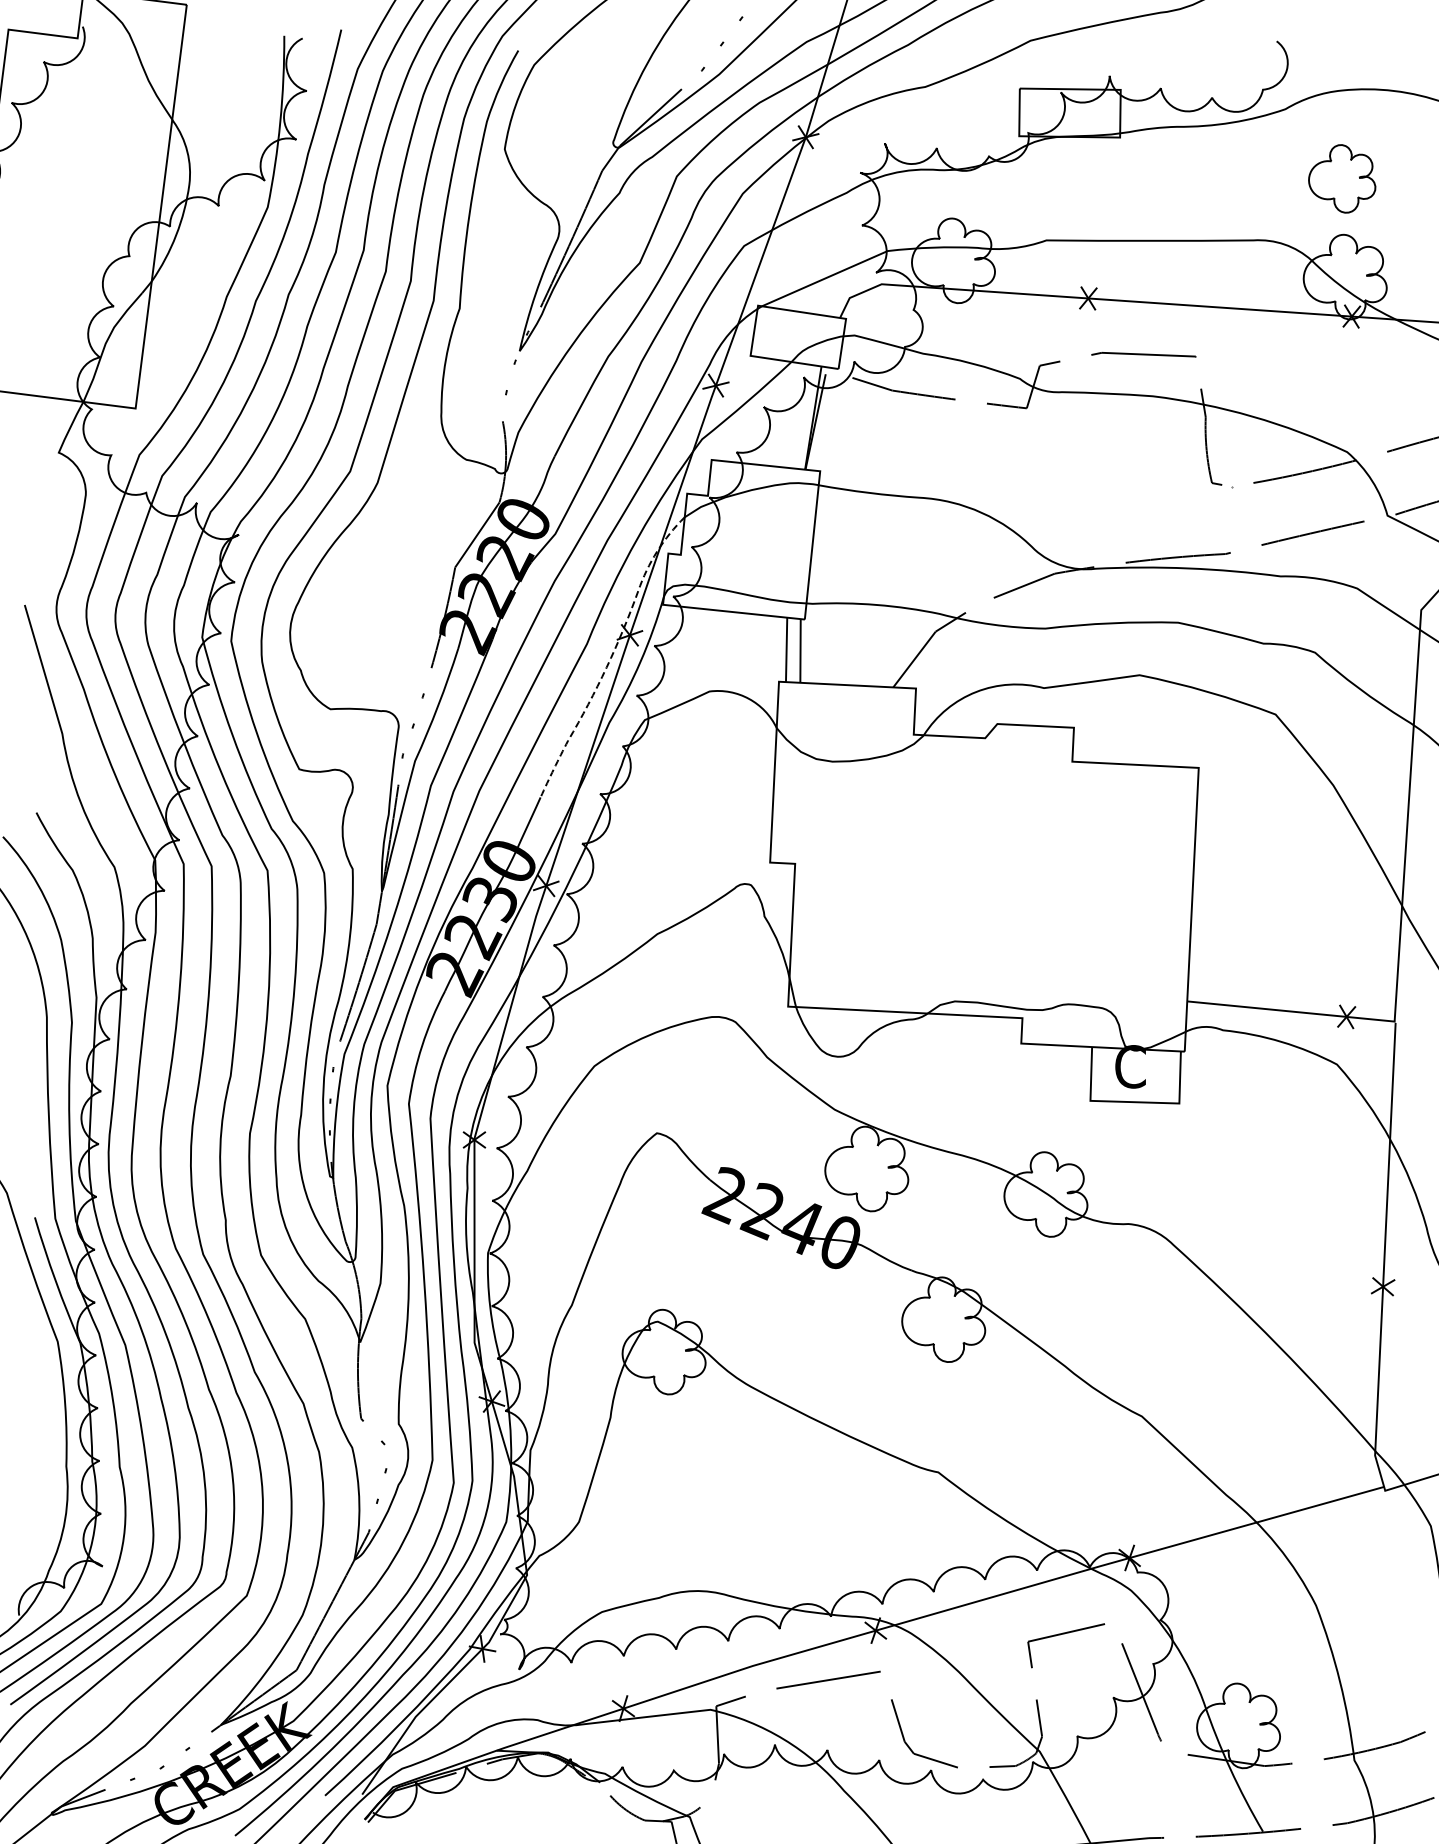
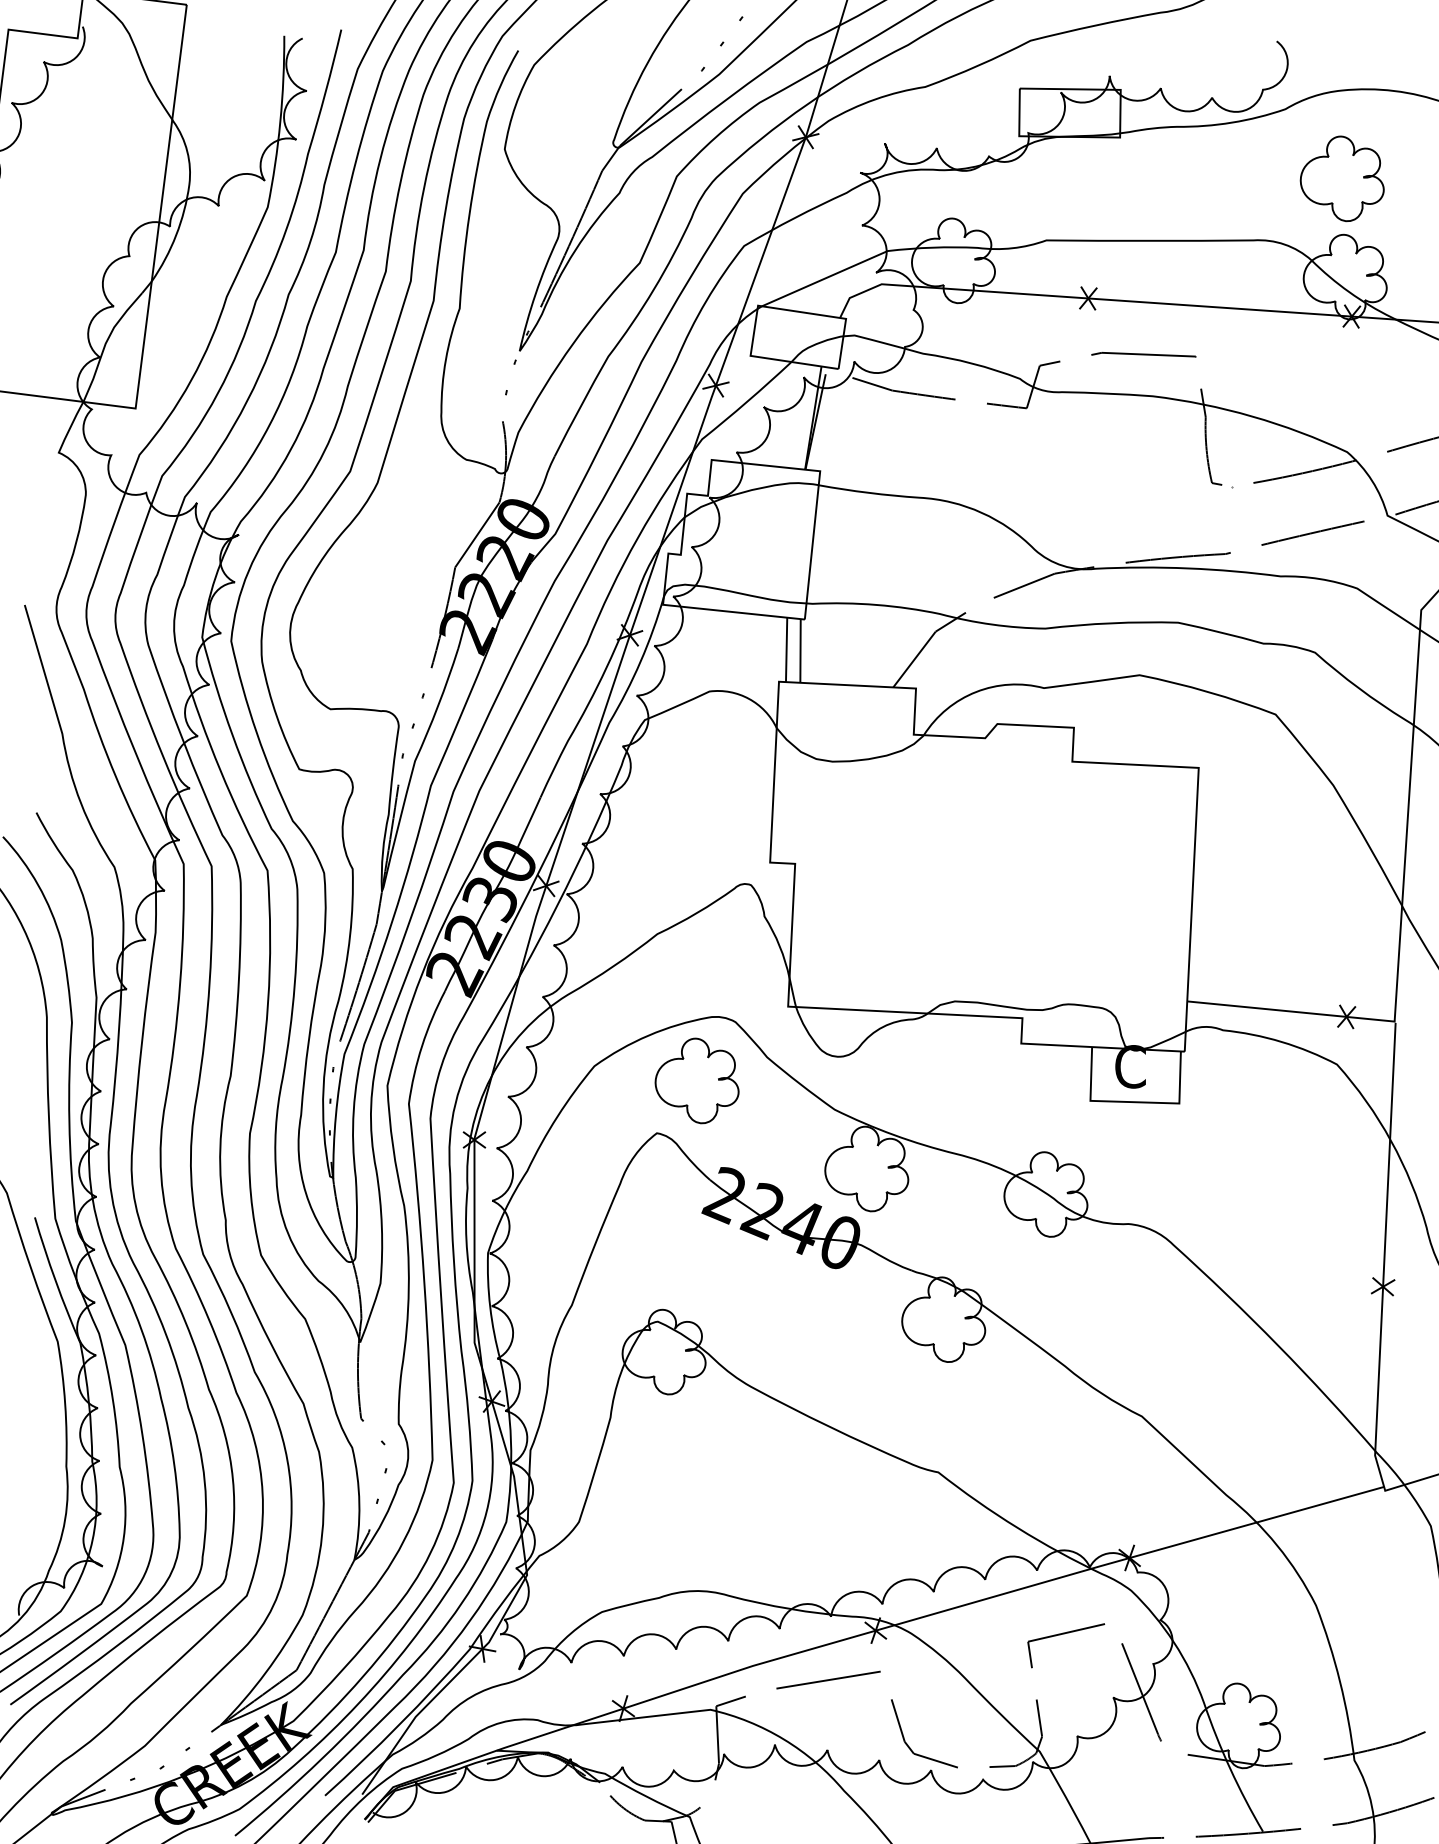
part at (1342, 178) size: 69x70 px -> 86x88 px
line at (612, 655): dashed -> solid
part at (696, 1080): none -> present
